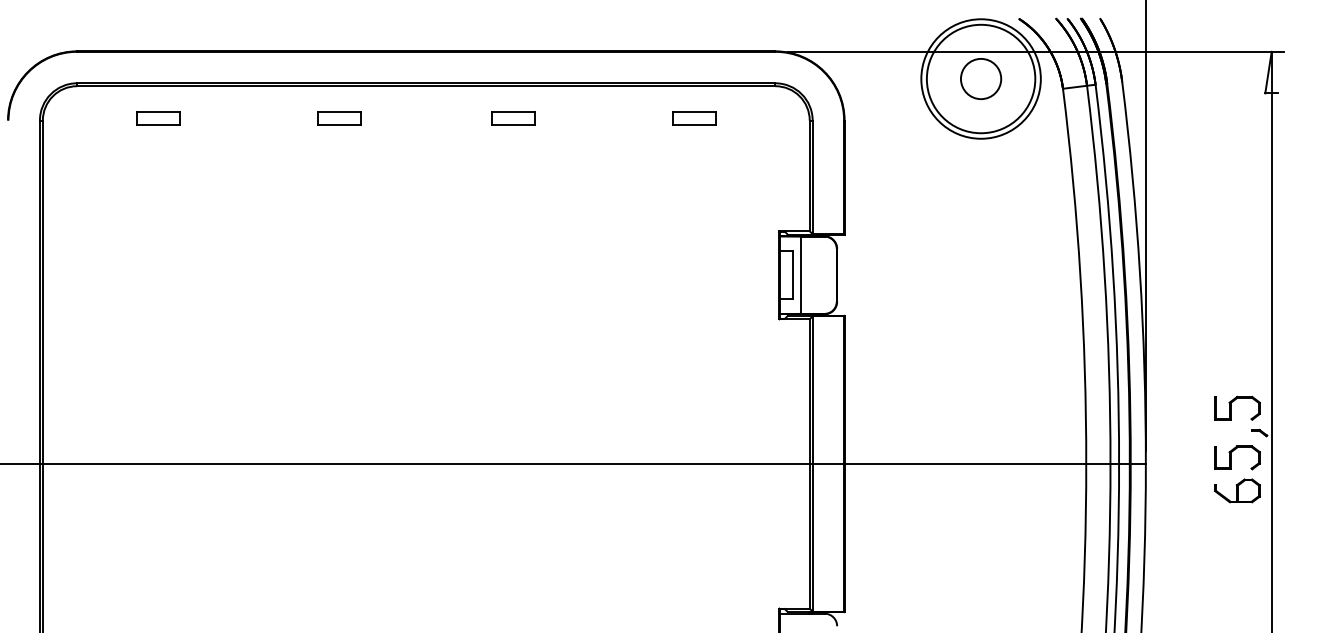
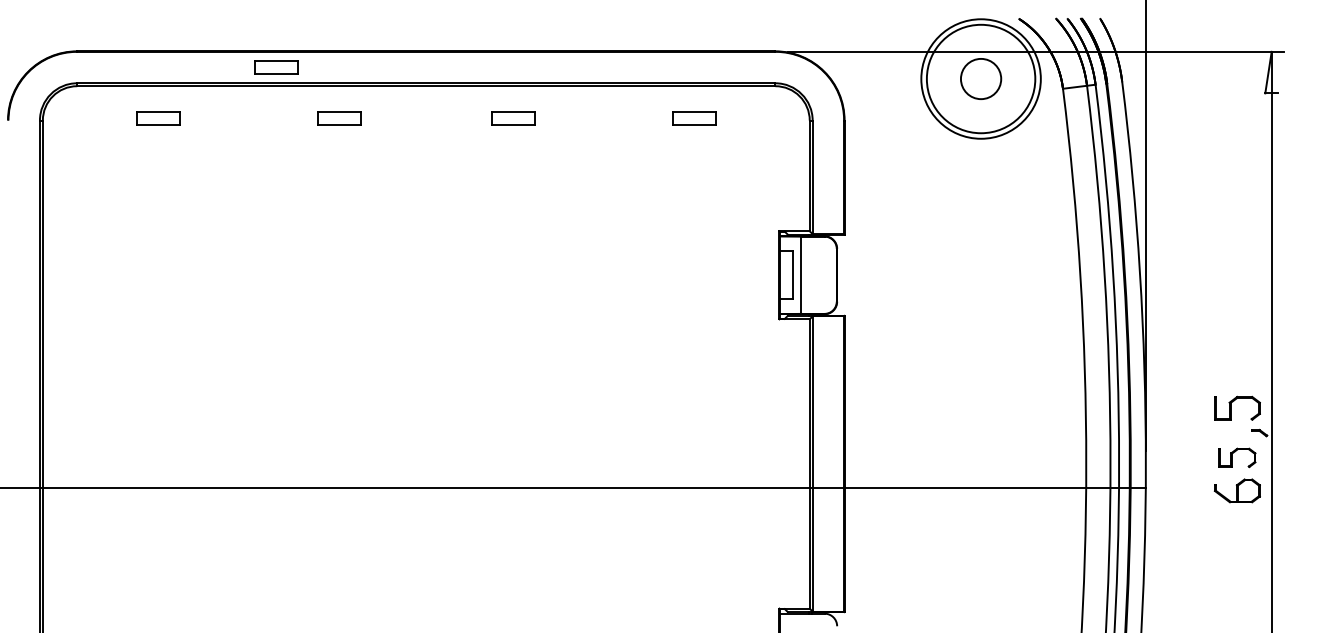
part at (276, 67): none -> present
part at (1237, 457) size: 47x26 px -> 39x22 px
line at (573, 463) position: (573, 463) -> (573, 487)
